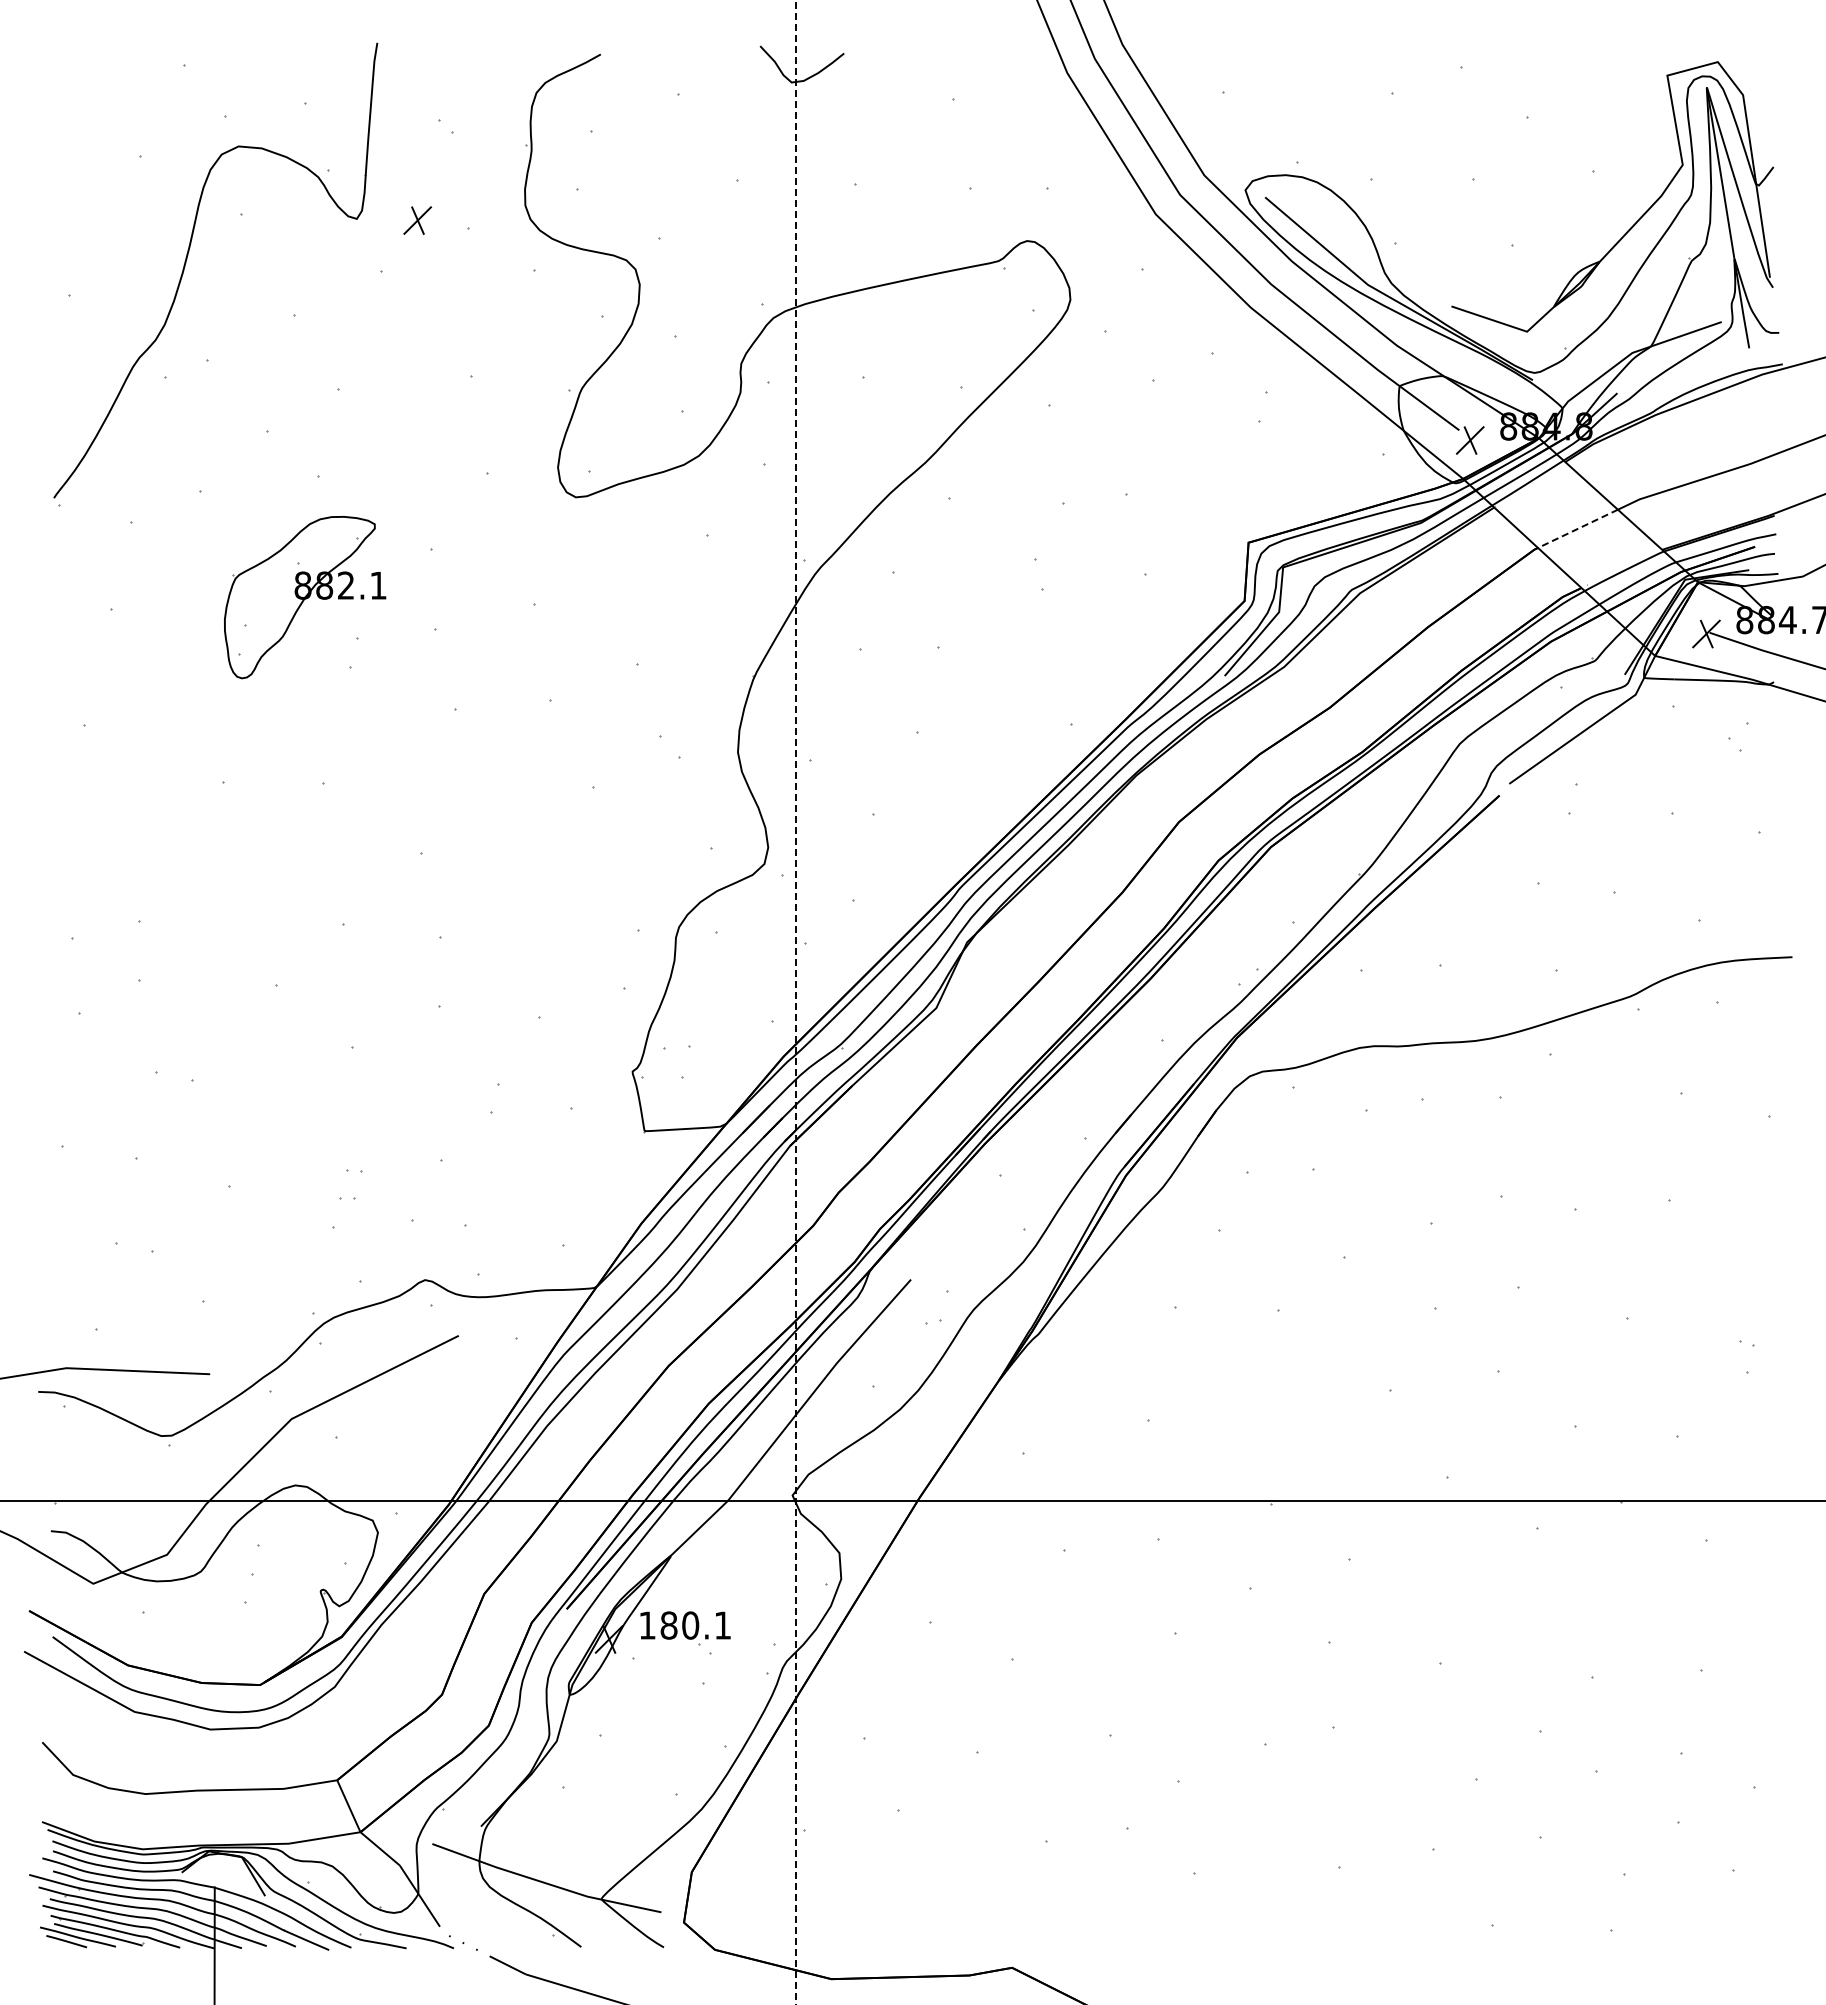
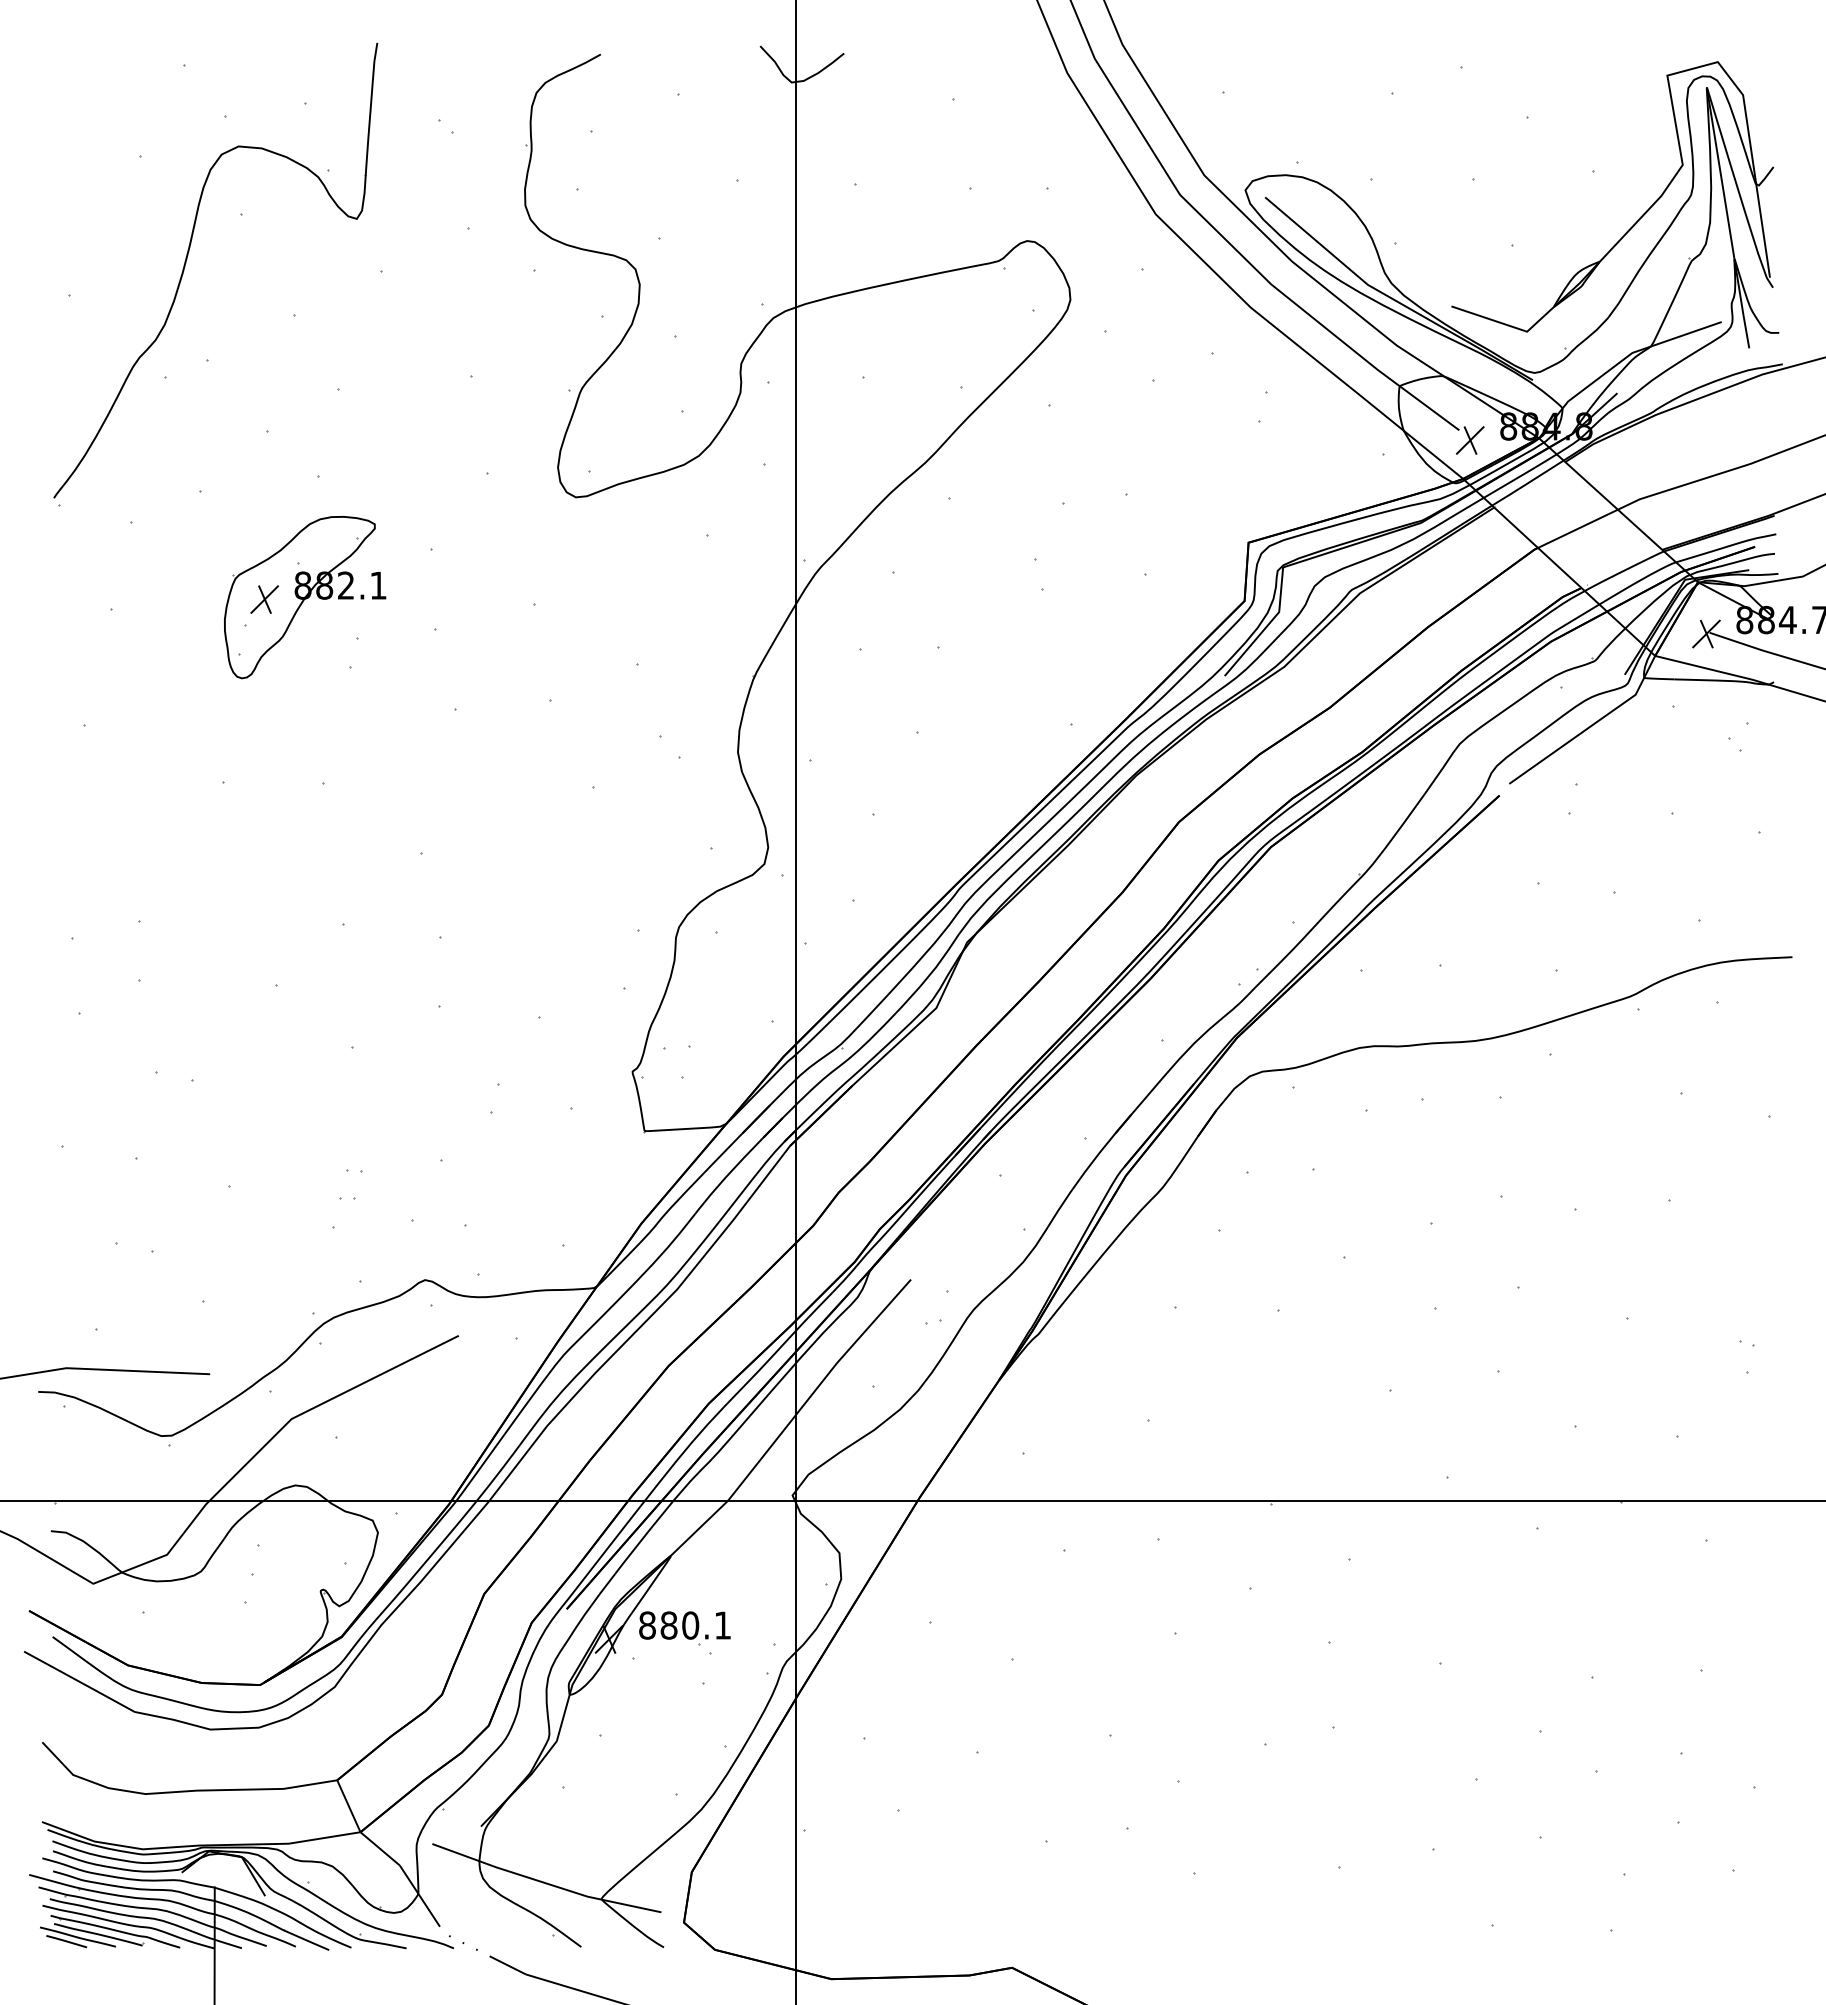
part at (417, 220) position: (417, 220) -> (264, 599)
line at (1577, 529): dashed -> solid
line at (796, 1002): dashed -> solid
text at (647, 1625): 180.1 -> 880.1
